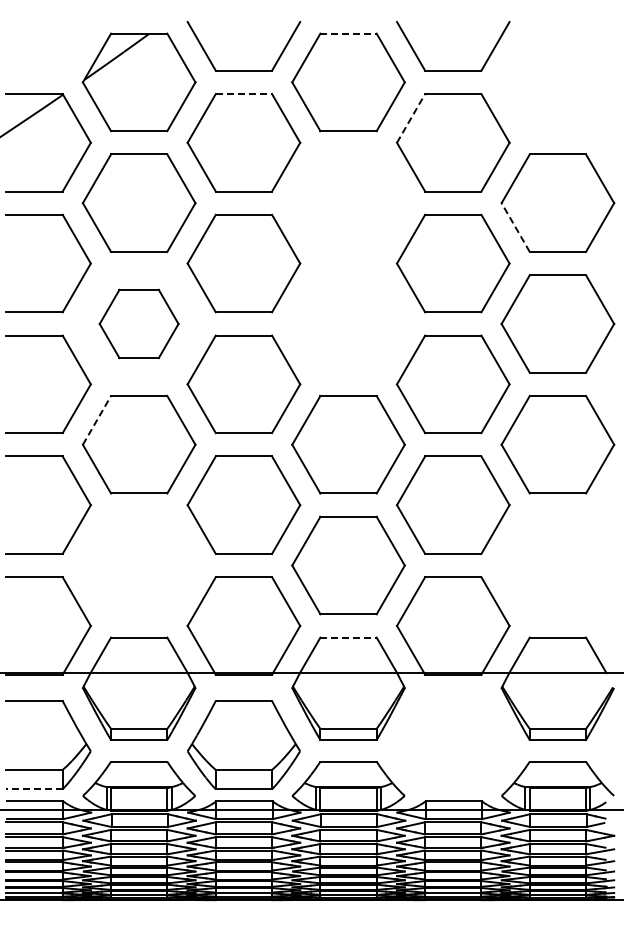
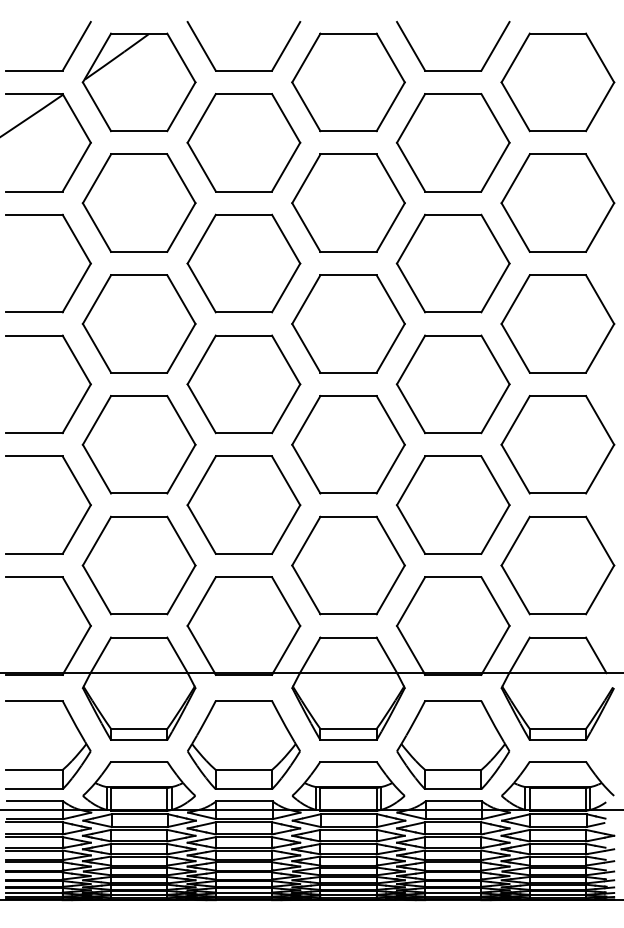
line at (349, 33): dashed -> solid
part at (69, 56): none -> present
part at (557, 82): none -> present
line at (244, 94): dashed -> solid
line at (411, 117): dashed -> solid
part at (348, 202): none -> present
line at (515, 227): dashed -> solid
part at (138, 323) size: 82x72 px -> 116x100 px
part at (348, 323): none -> present
line at (97, 419): dashed -> solid
part at (138, 565): none -> present
part at (557, 565): none -> present
line at (349, 637): dashed -> solid
part at (453, 744): none -> present
line at (34, 789): dashed -> solid
